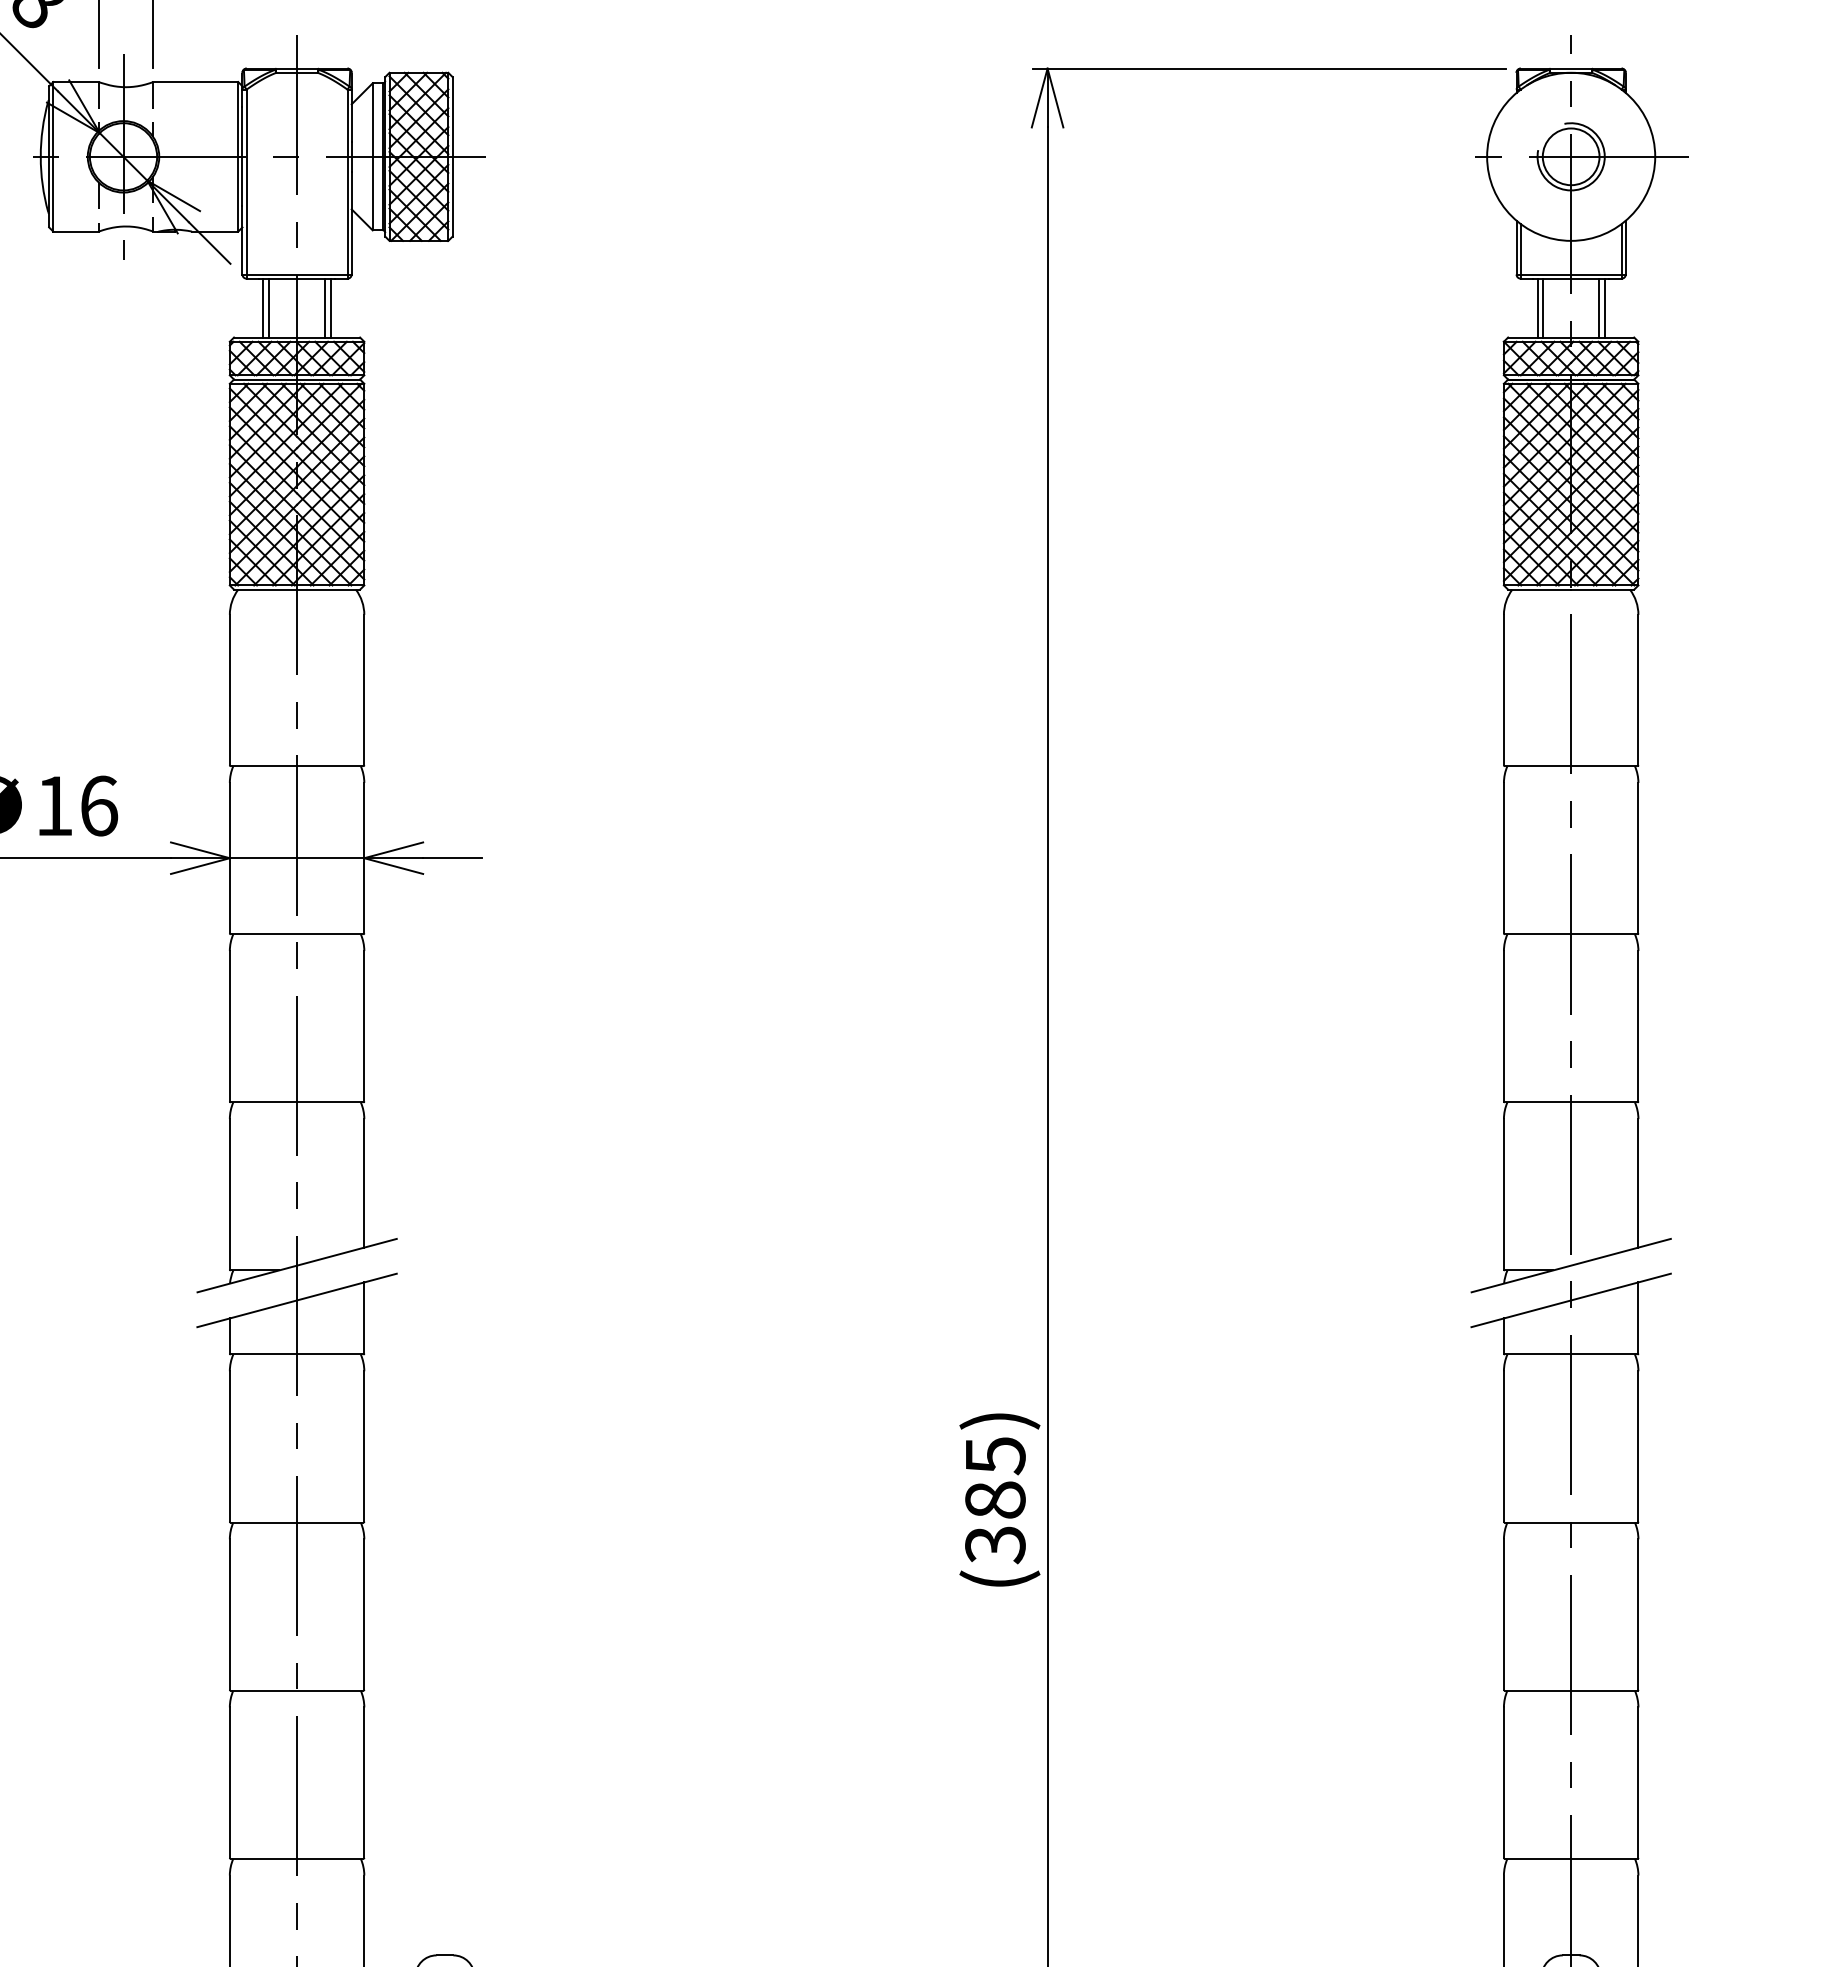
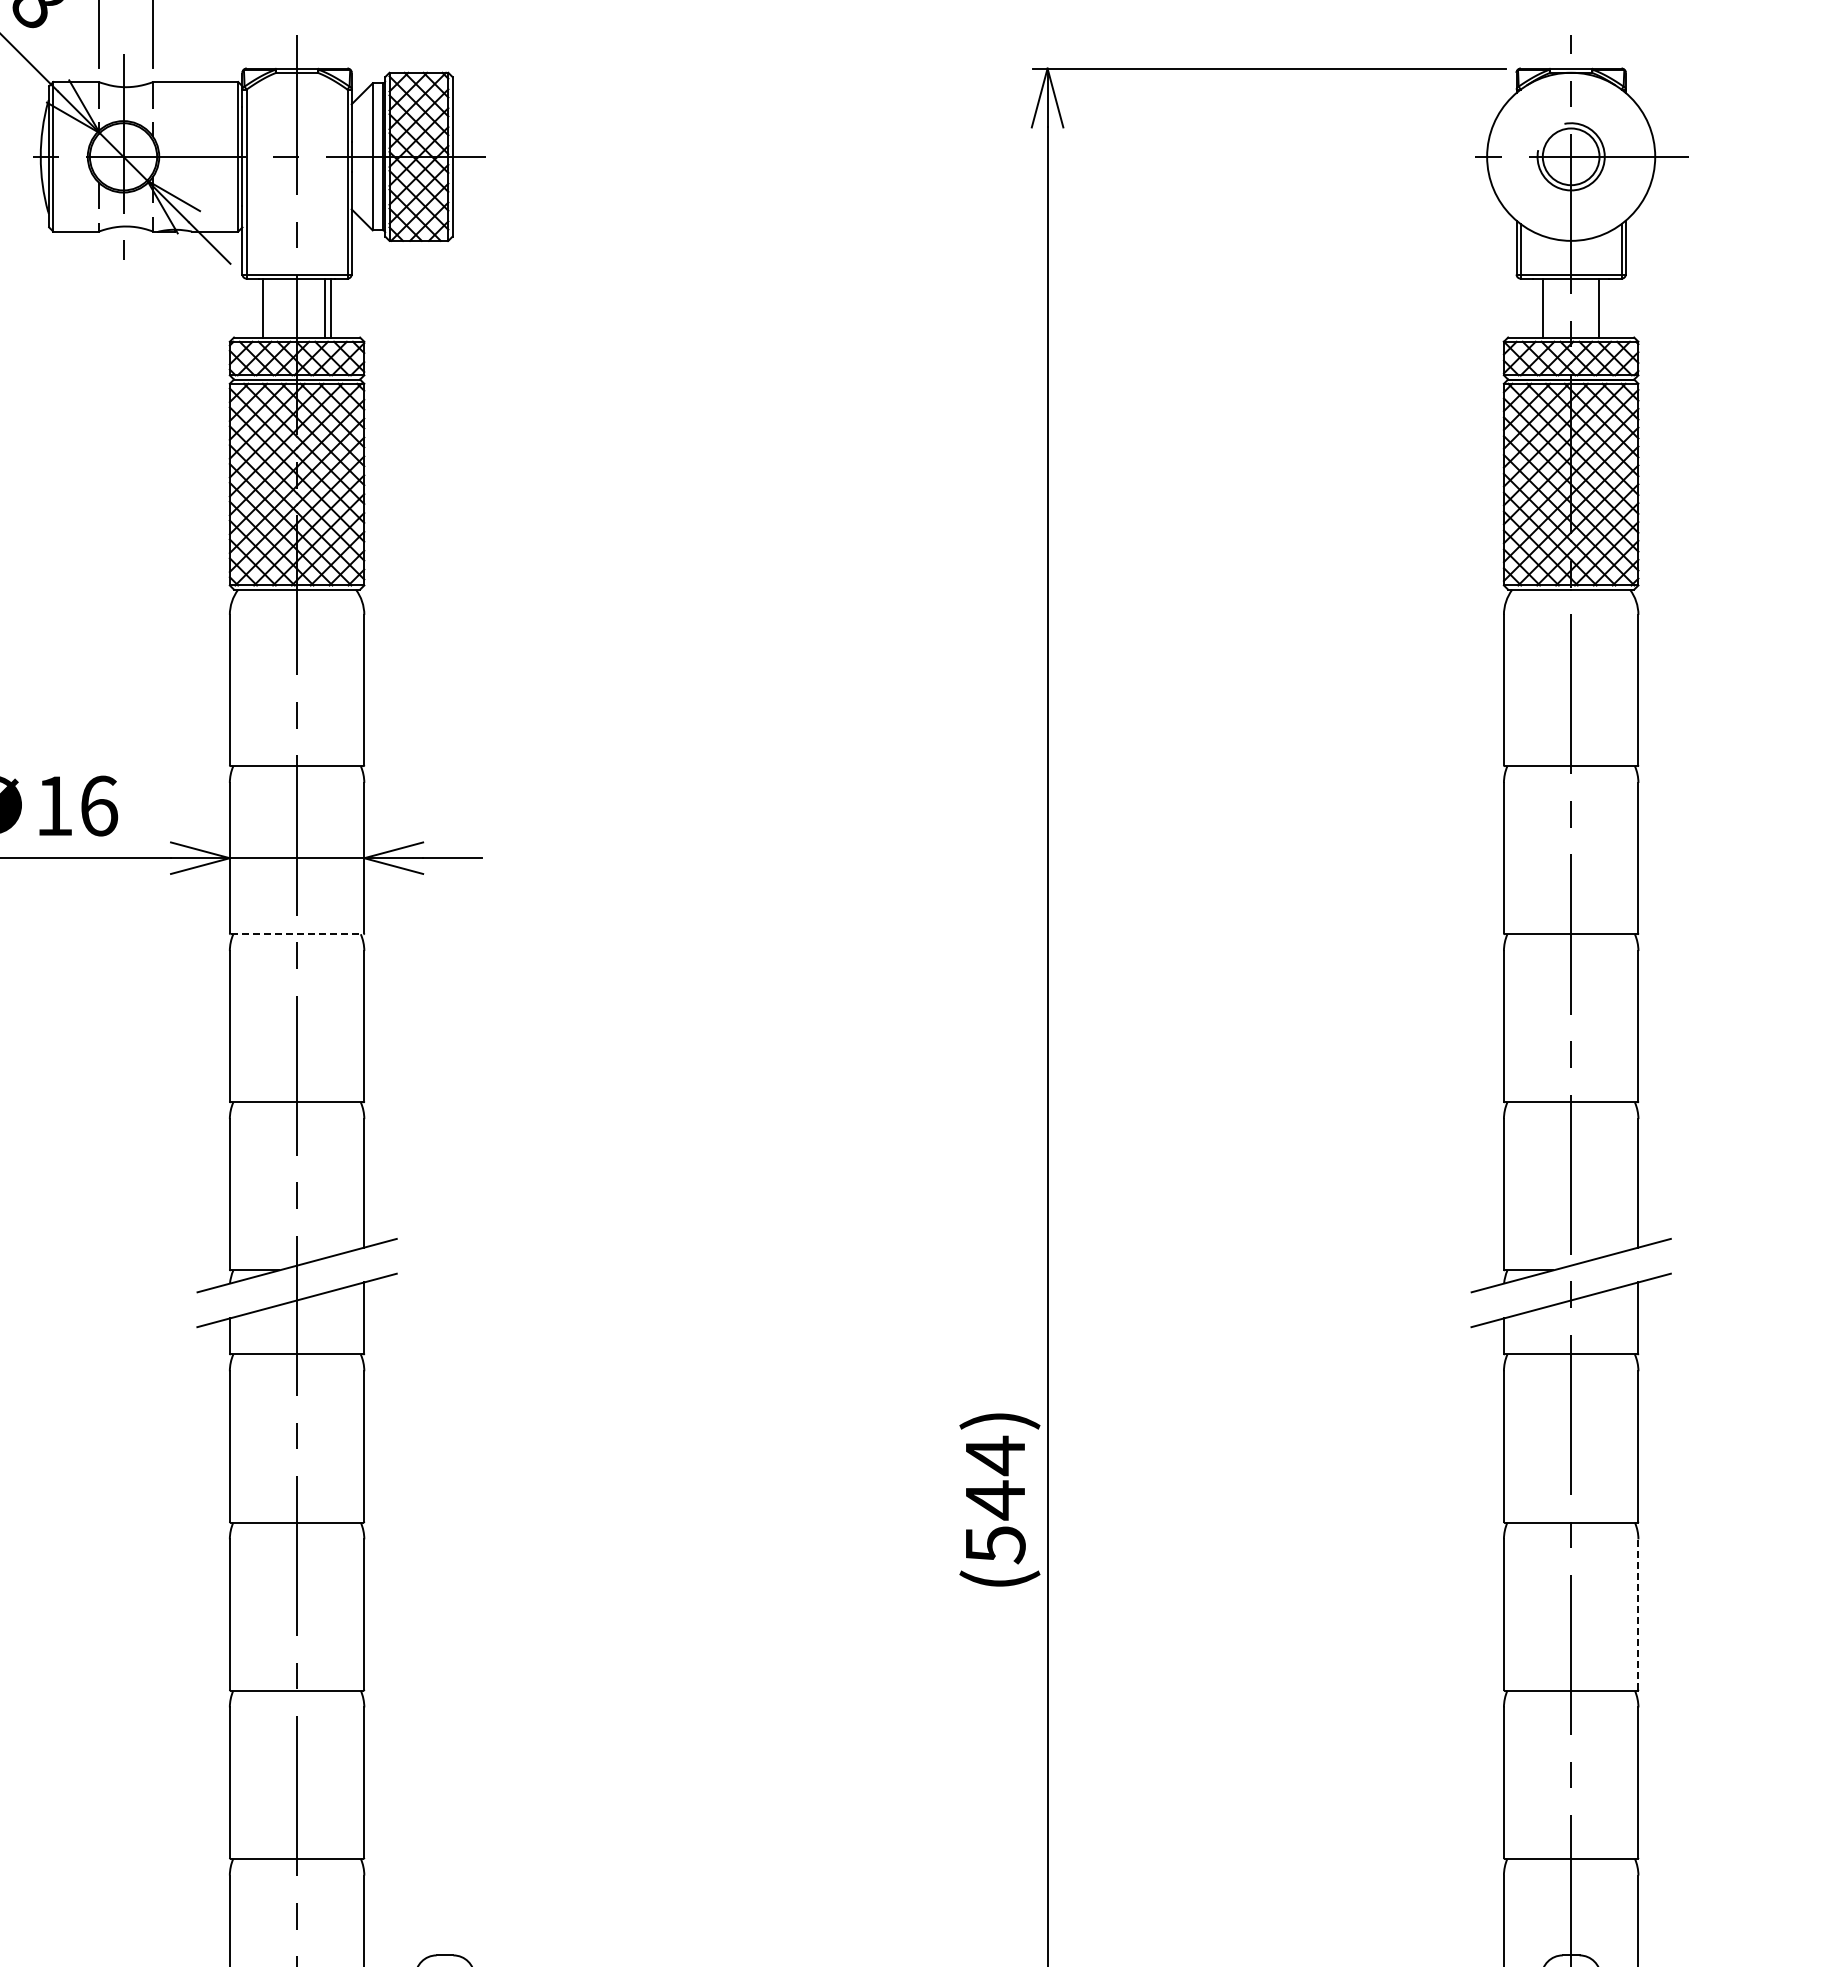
line at (269, 307): present -> none
line at (1537, 307): present -> none
line at (1604, 307): present -> none
line at (297, 934): solid -> dashed
text at (995, 1499): (385) -> (544)
line at (1638, 1614): solid -> dashed
